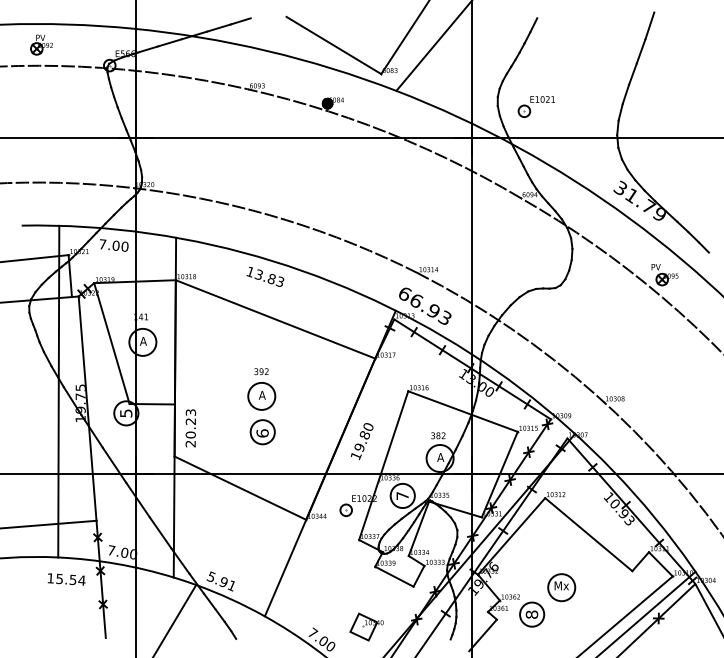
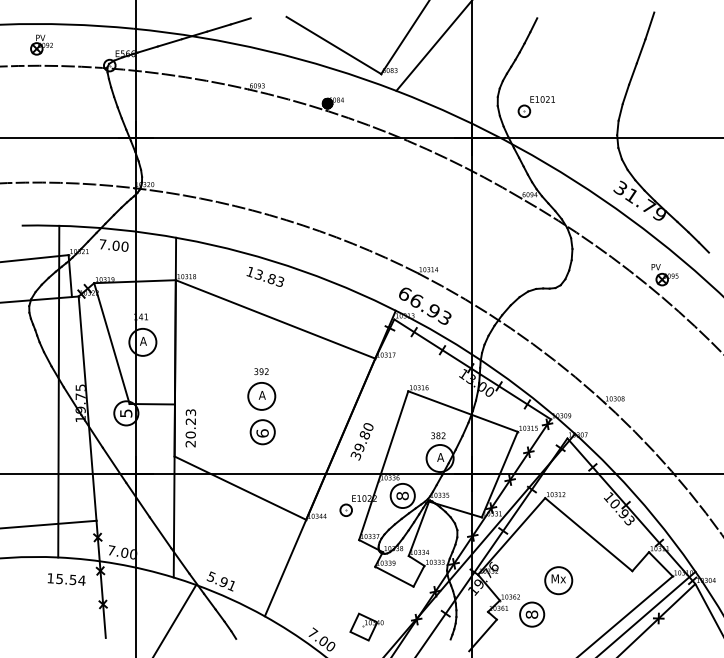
text at (355, 455): 19.80 -> 39.80
text at (402, 495): 7 -> 8
part at (561, 587) position: (561, 587) -> (558, 580)
